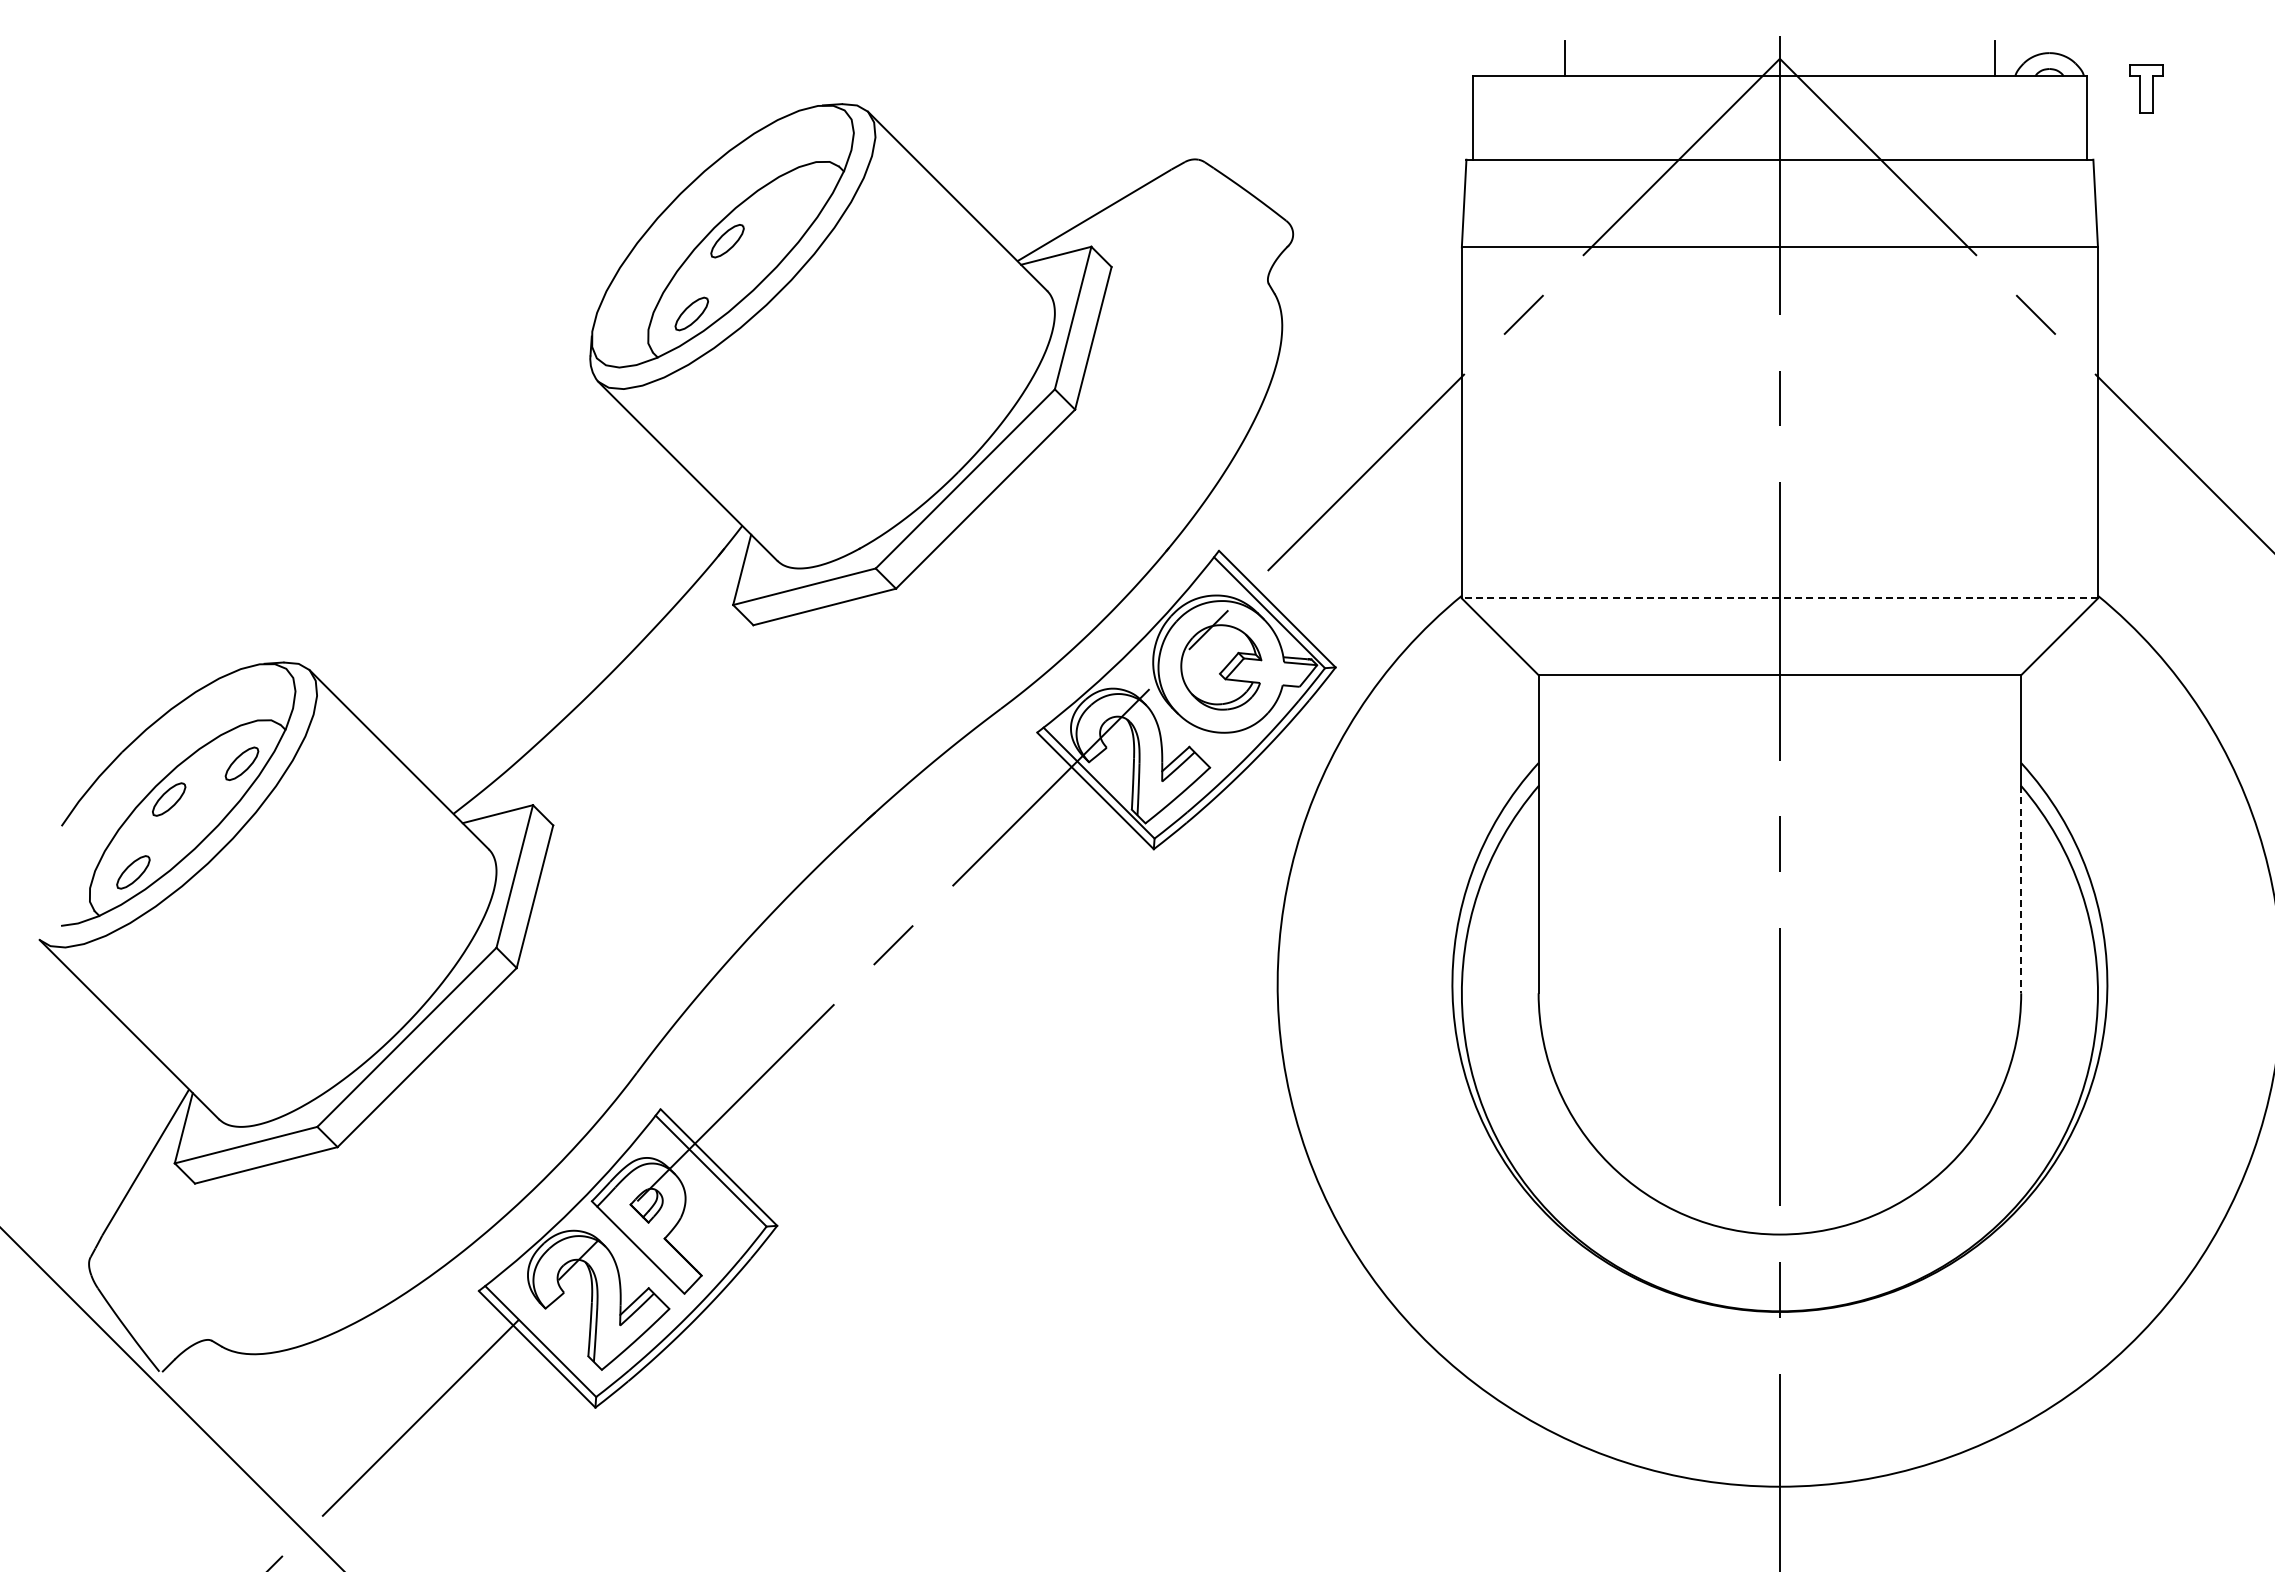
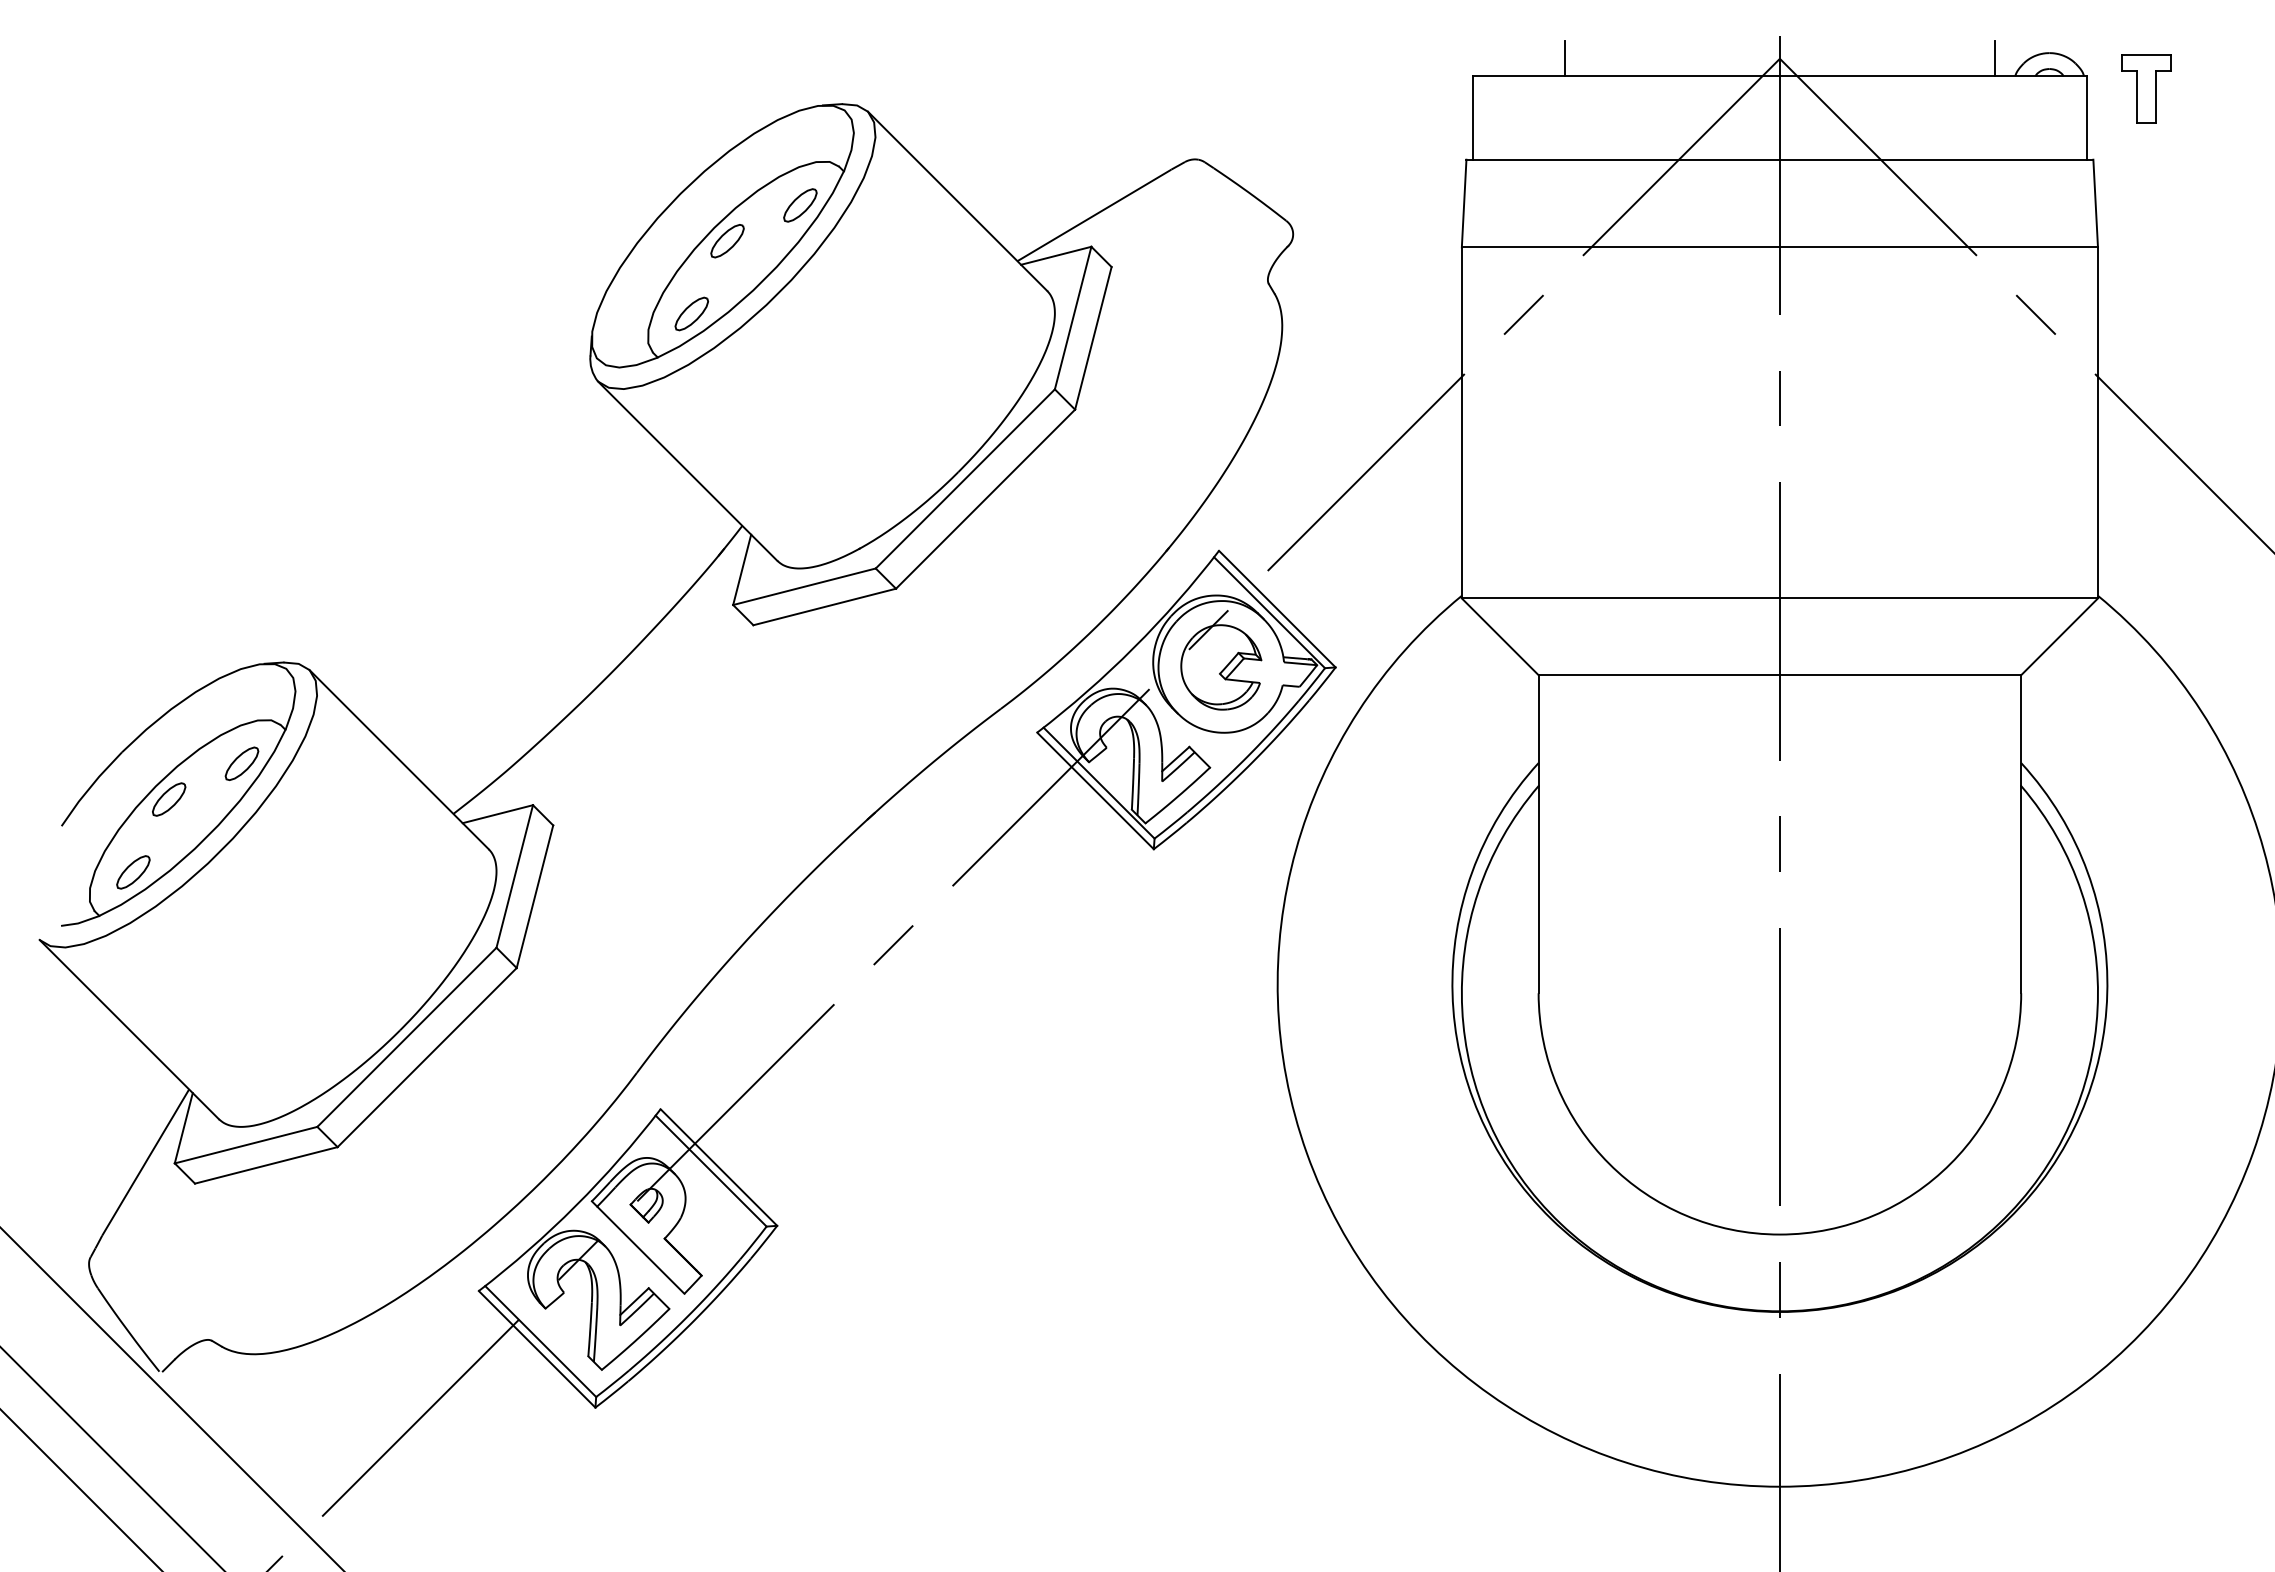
part at (2146, 88) size: 35x50 px -> 51x70 px
part at (800, 205): none -> present
line at (1779, 598): dashed -> solid
line at (2021, 889): dashed -> solid
line at (111, 1458): none -> present
line at (80, 1489): none -> present
